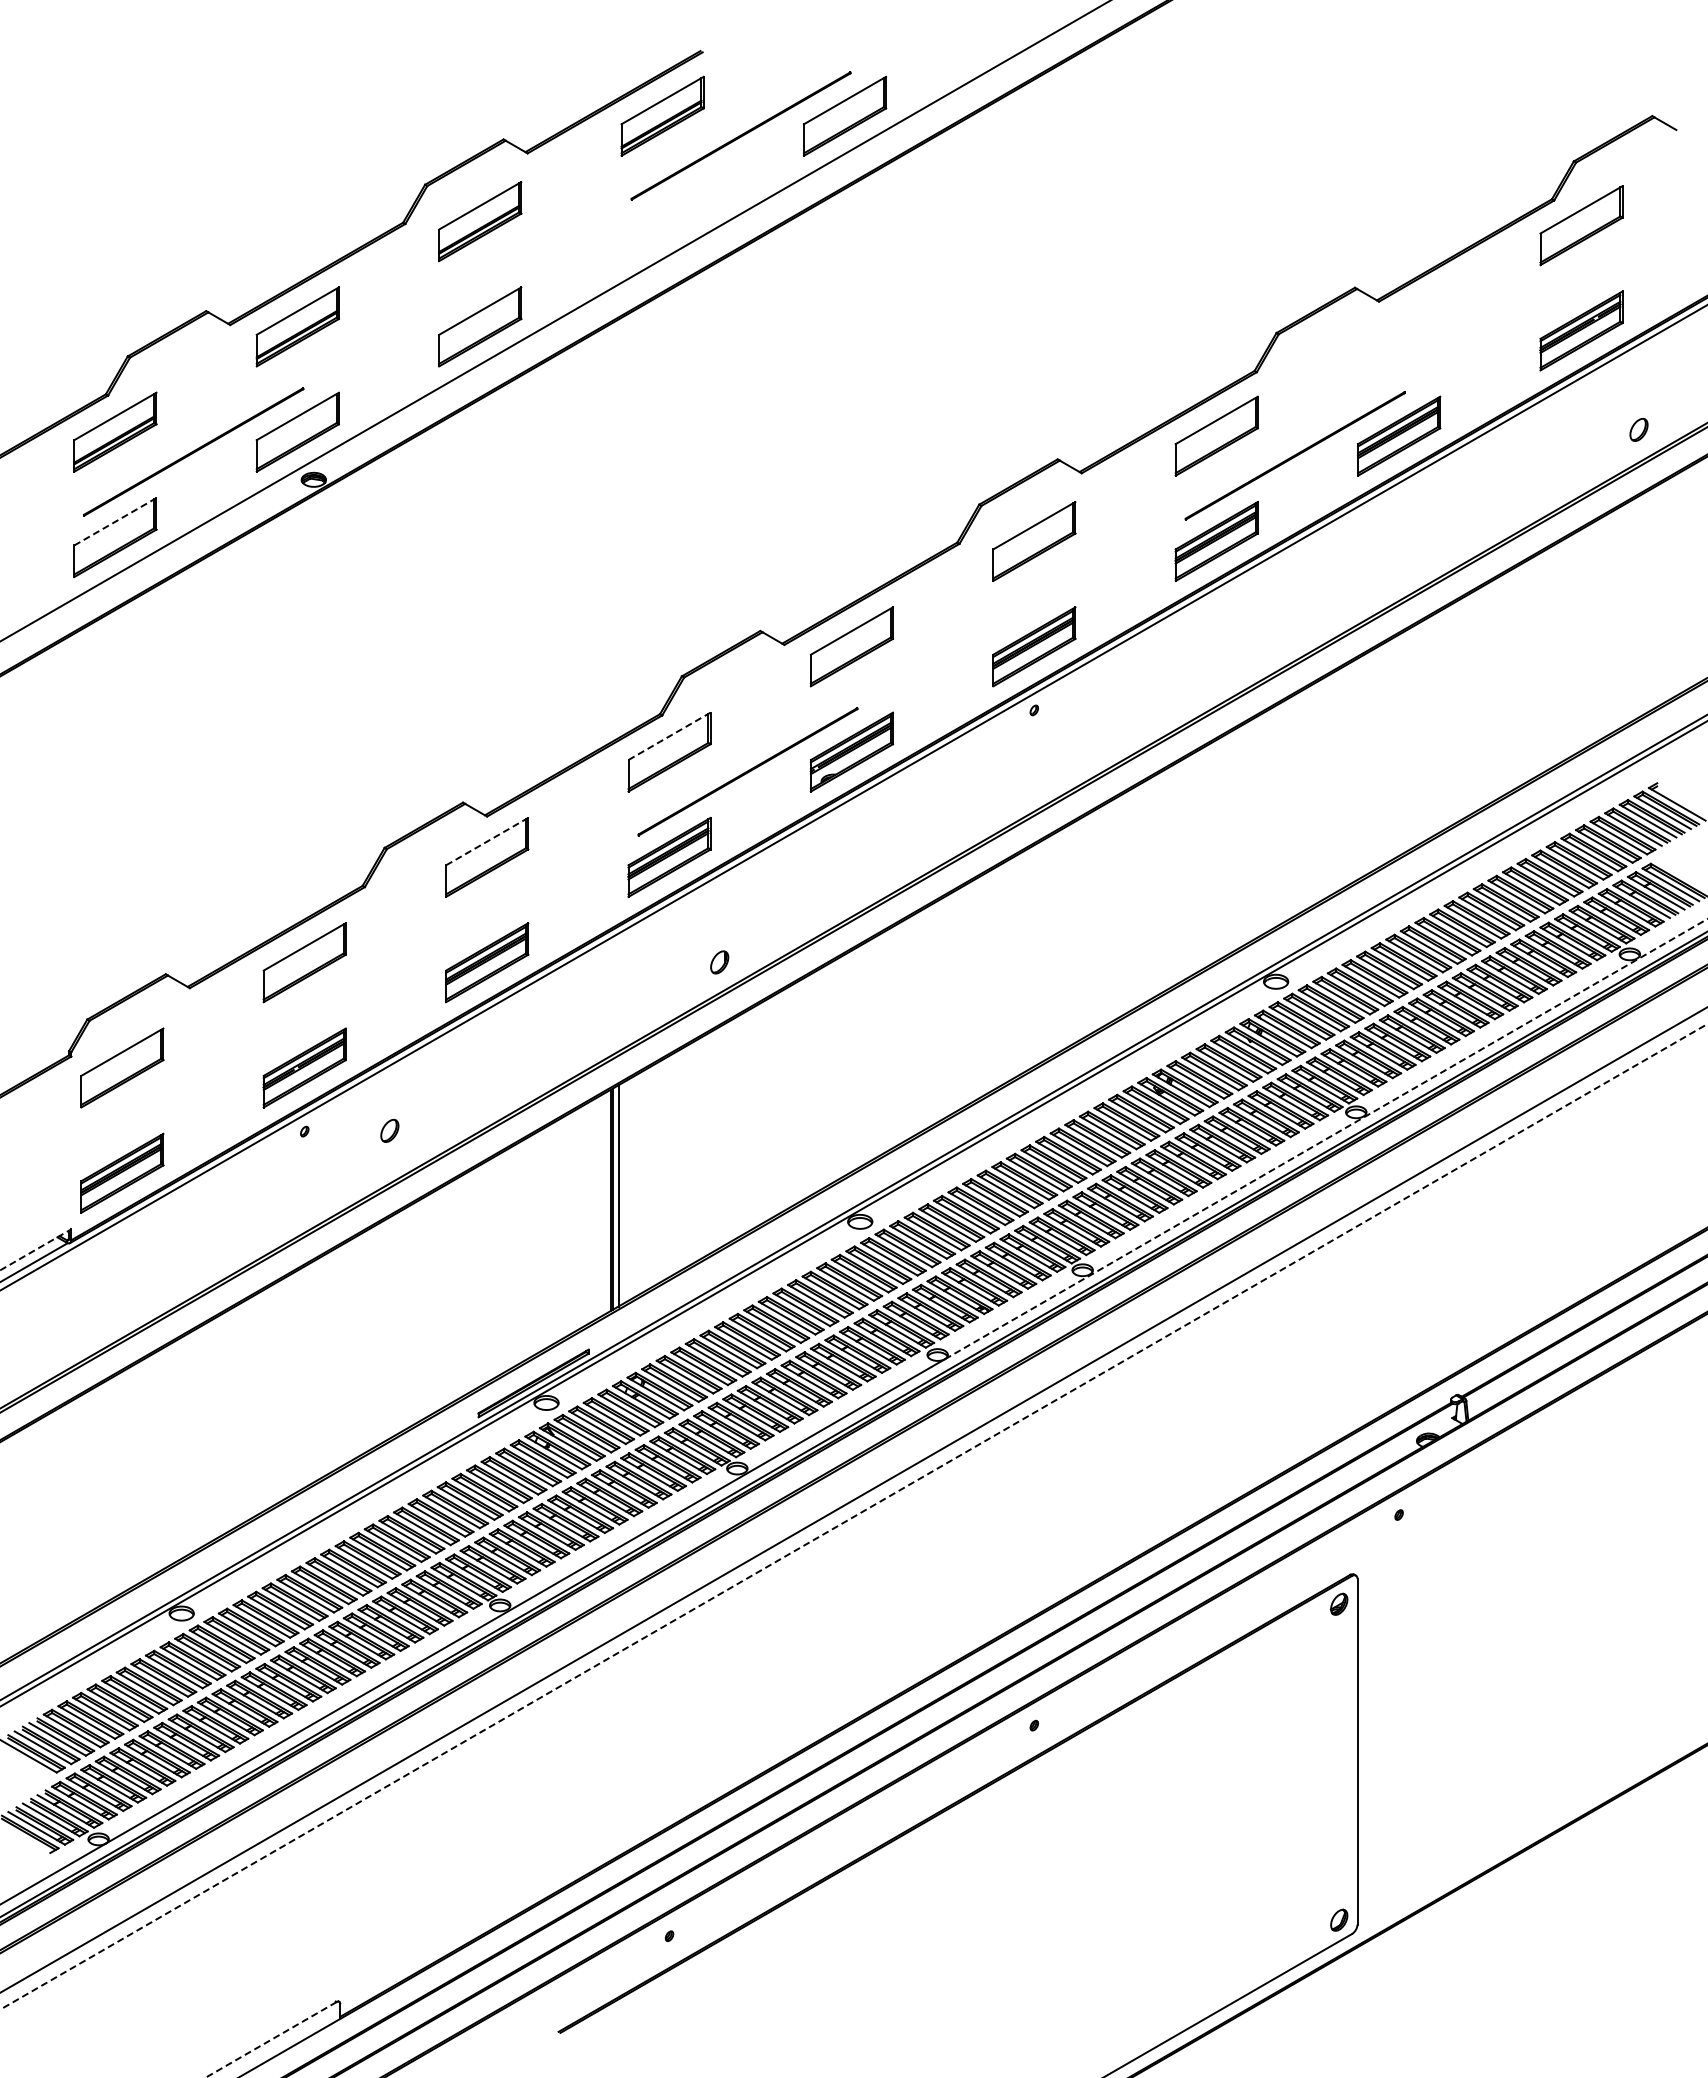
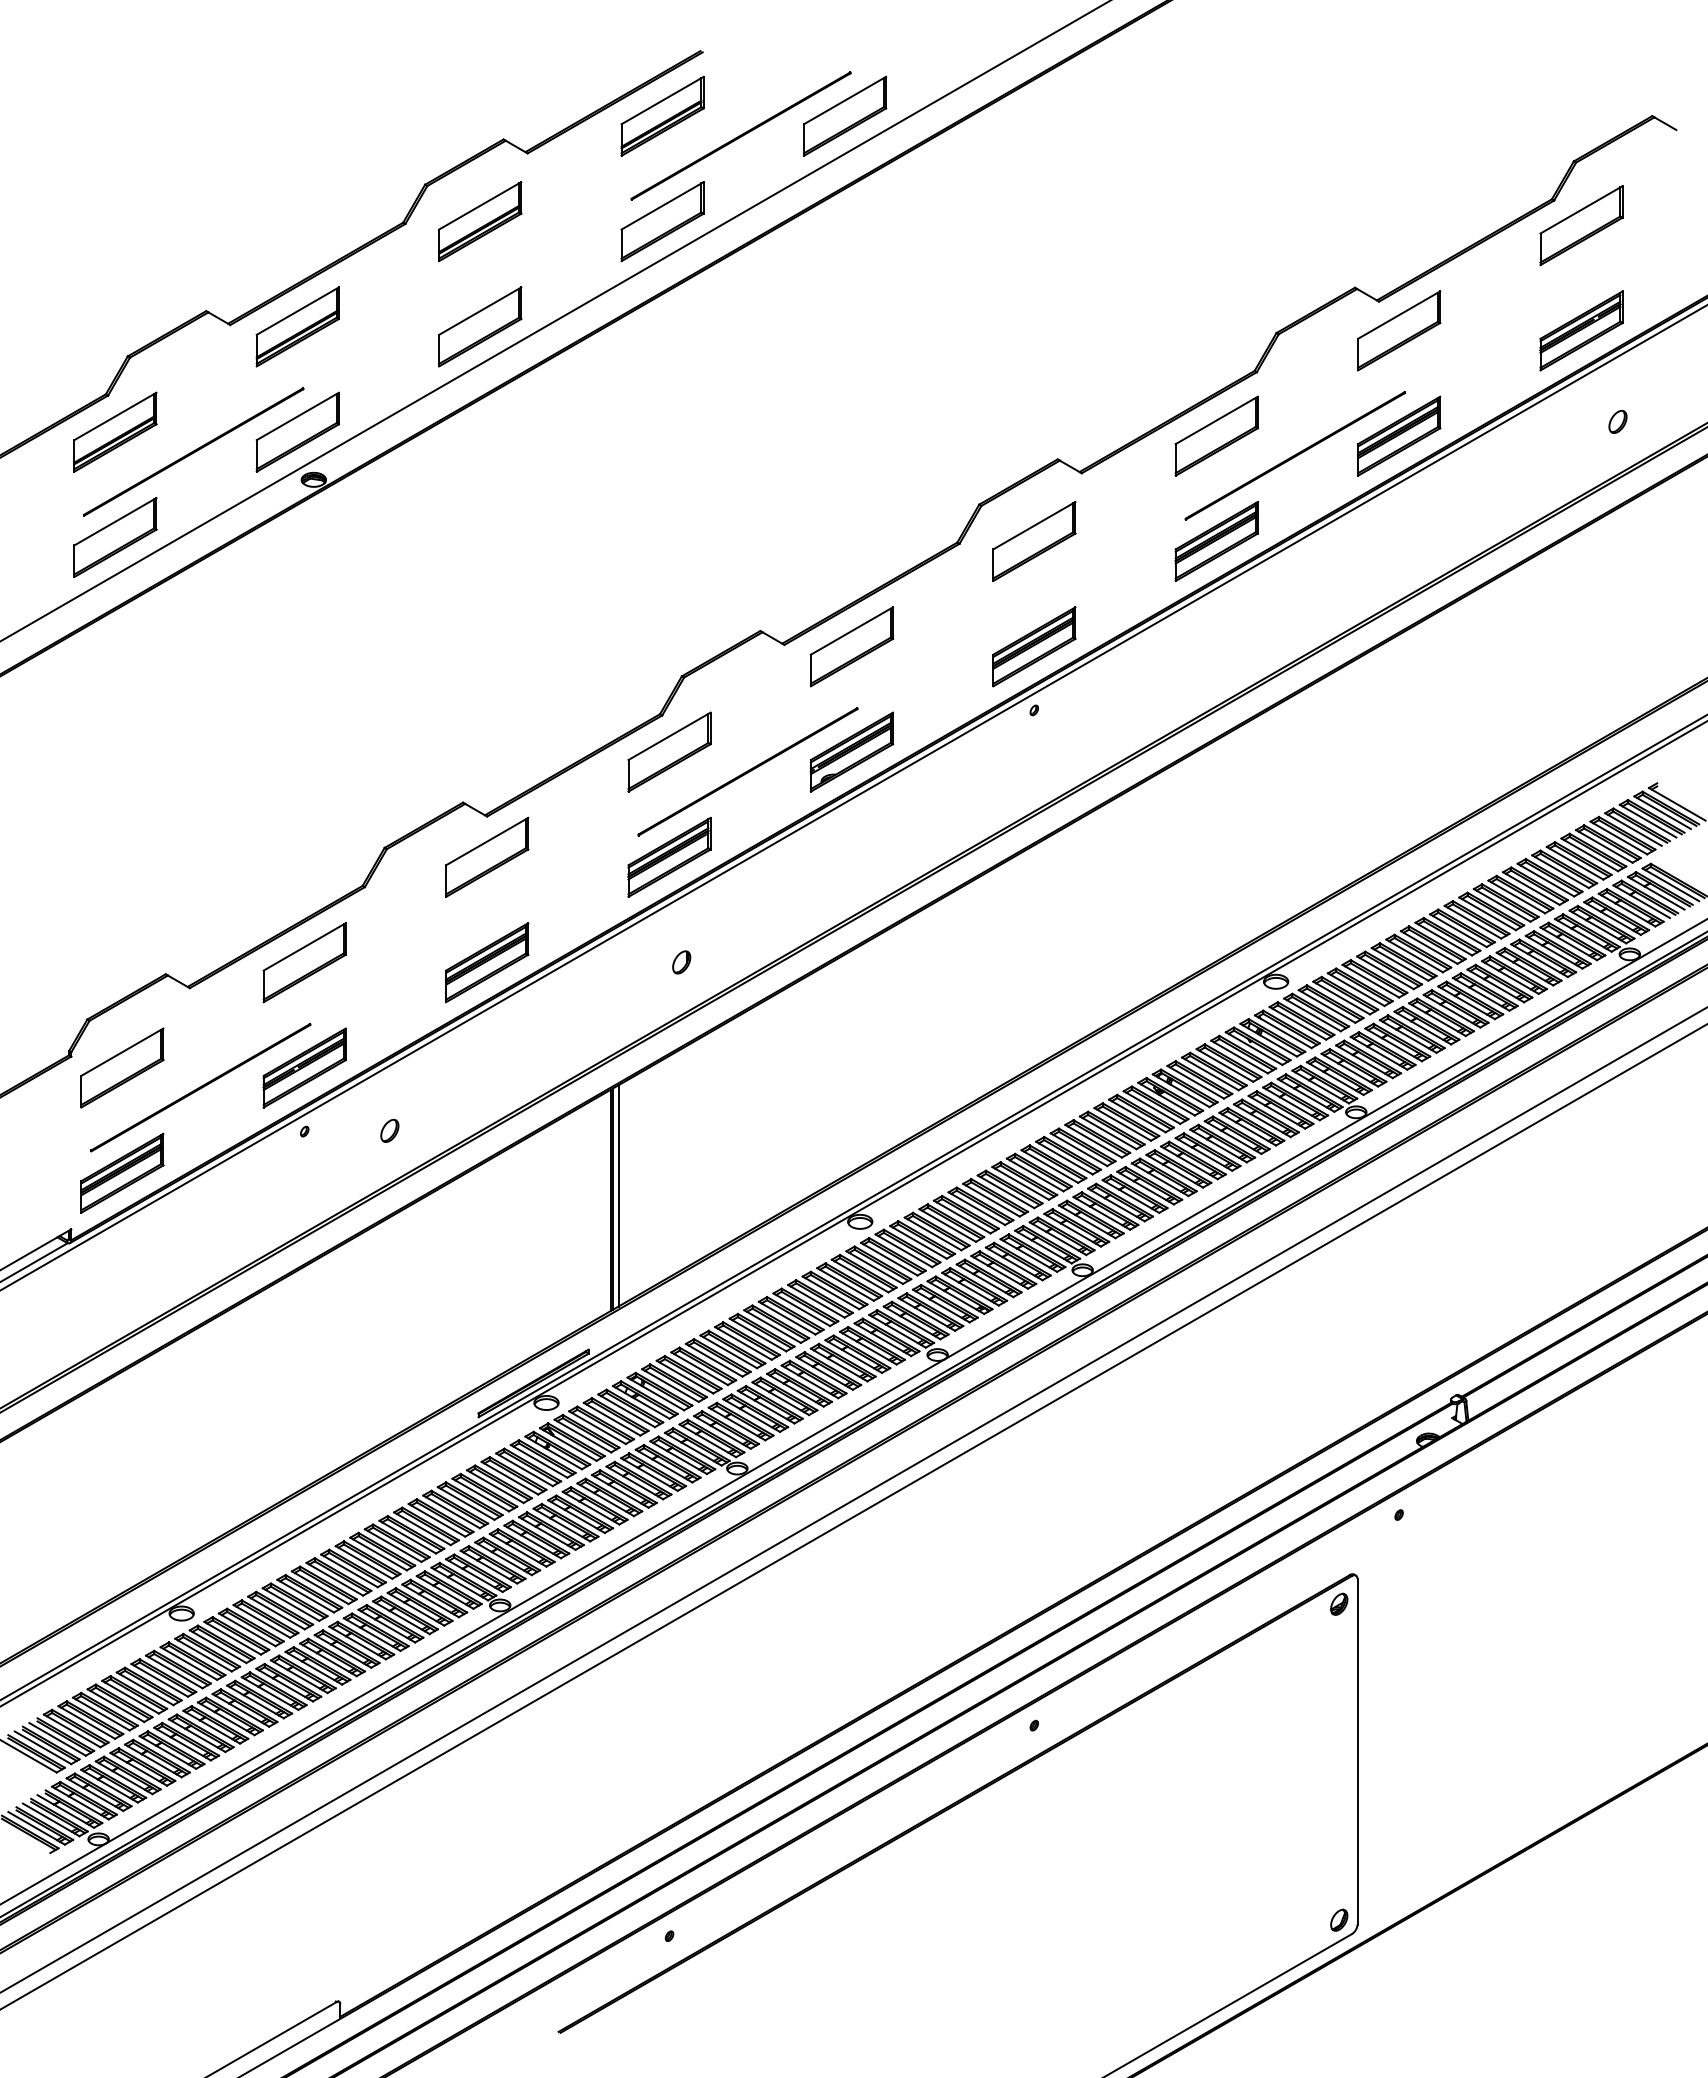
part at (662, 221): none -> present
part at (1399, 330): none -> present
part at (1638, 429) position: (1638, 429) -> (1617, 421)
line at (114, 522): dashed -> solid
line at (669, 736): dashed -> solid
line at (487, 841): dashed -> solid
part at (719, 962) position: (719, 962) -> (681, 962)
line at (200, 1087): none -> present
line at (1326, 1138): dashed -> solid
line at (35, 1249): dashed -> solid
line at (854, 1516): dashed -> solid
line at (271, 2039): dashed -> solid
